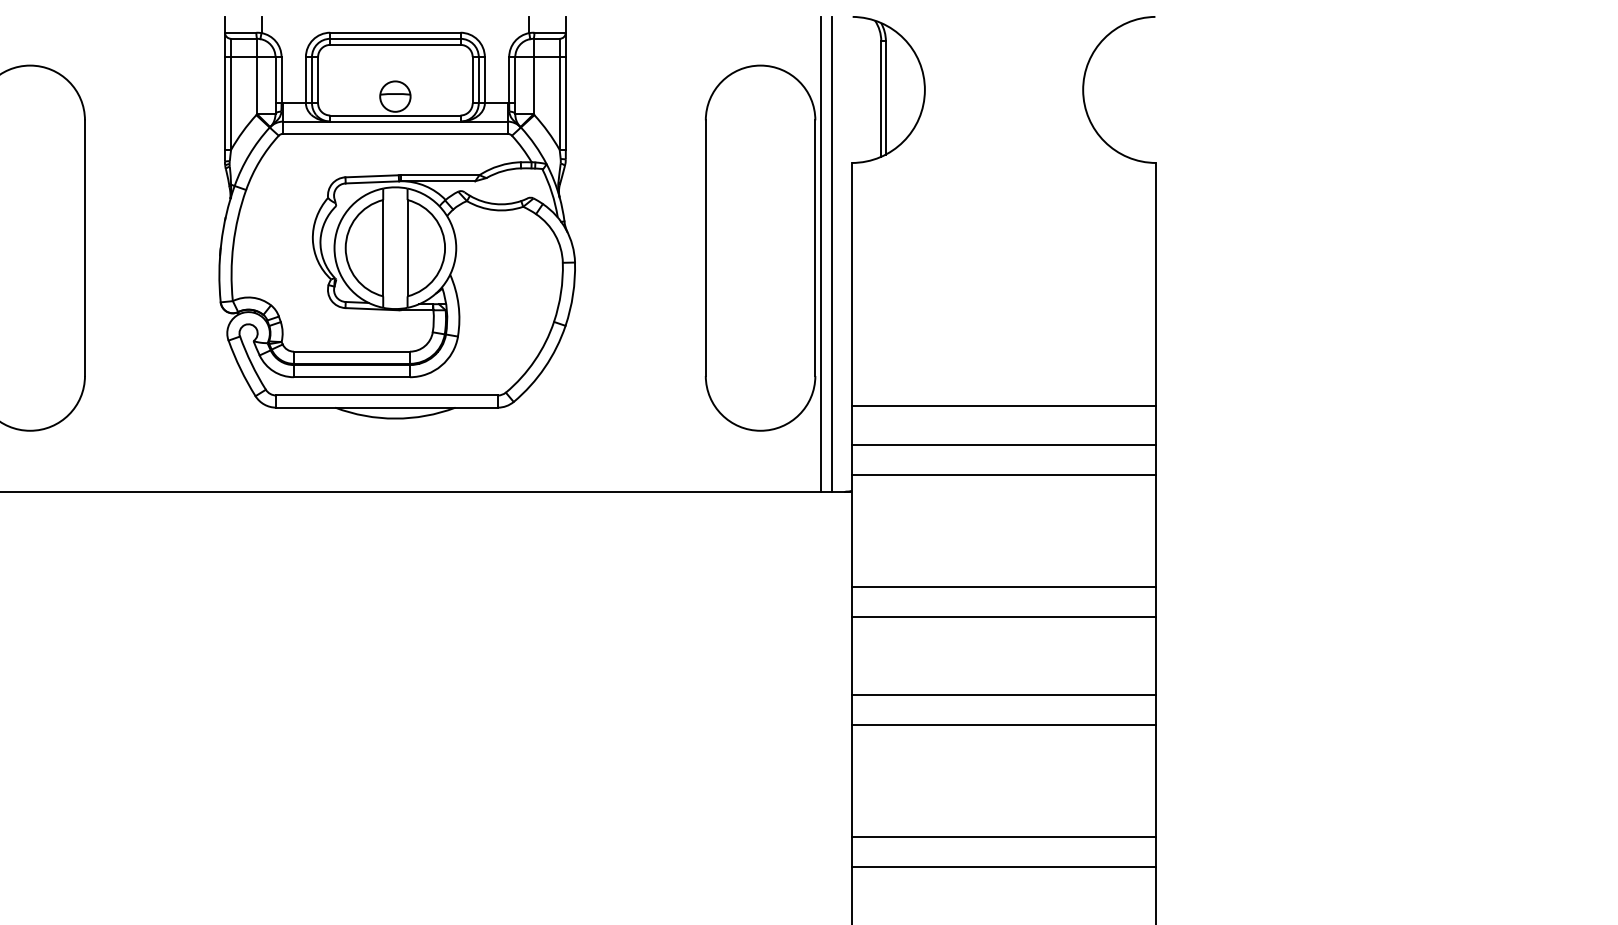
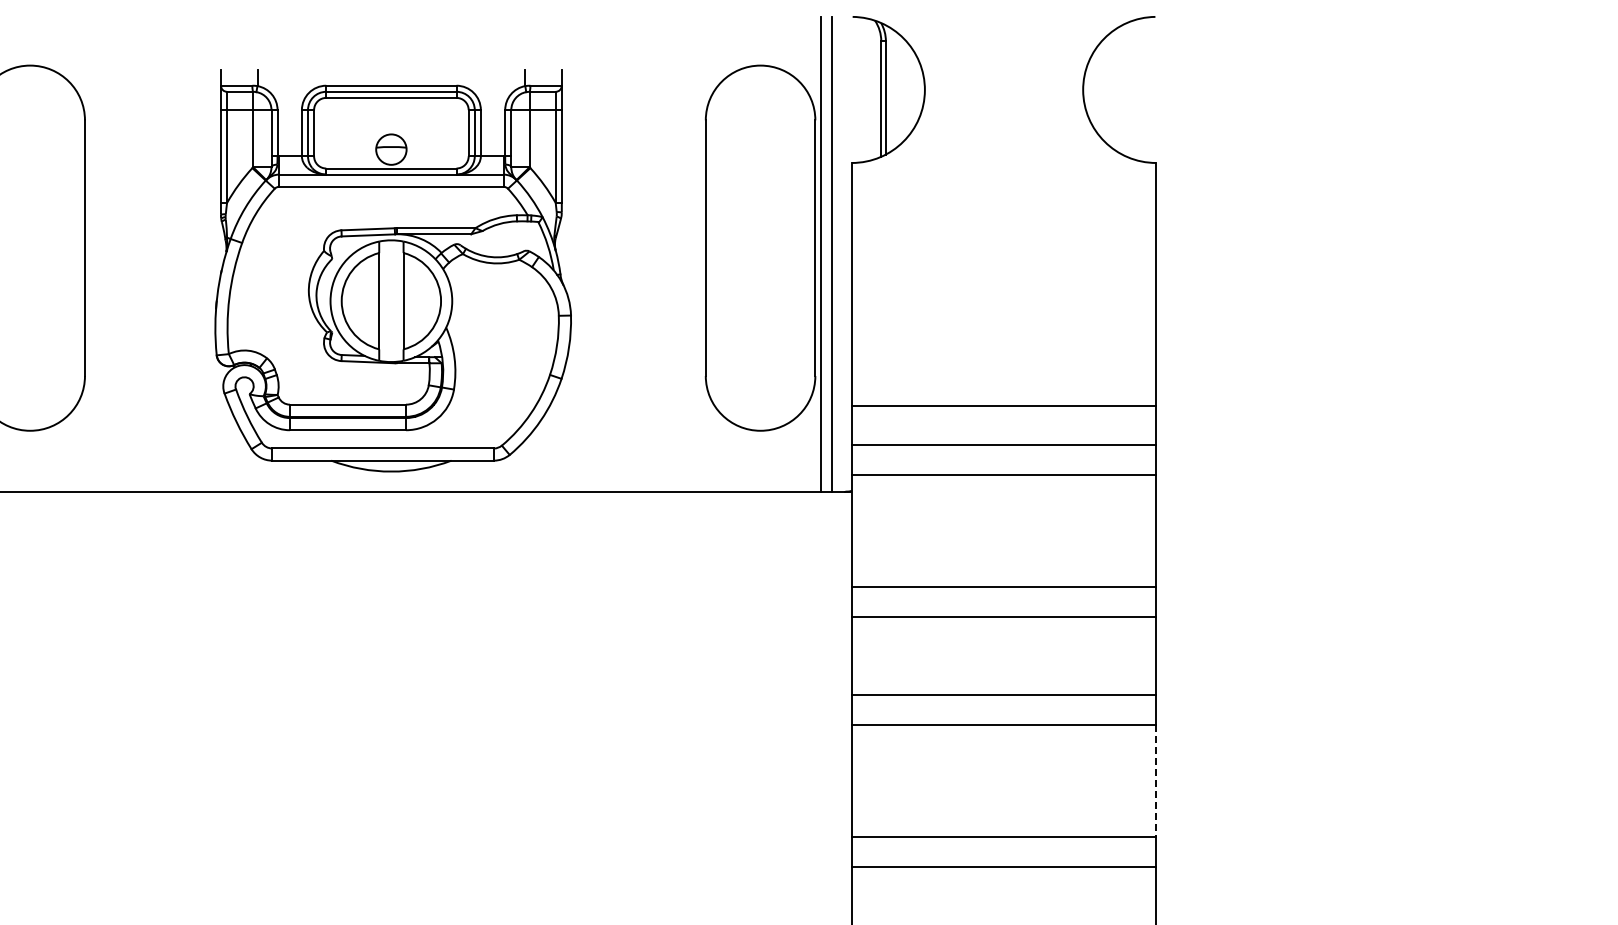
part at (396, 217) position: (396, 217) -> (392, 270)
line at (1156, 780): solid -> dashed
